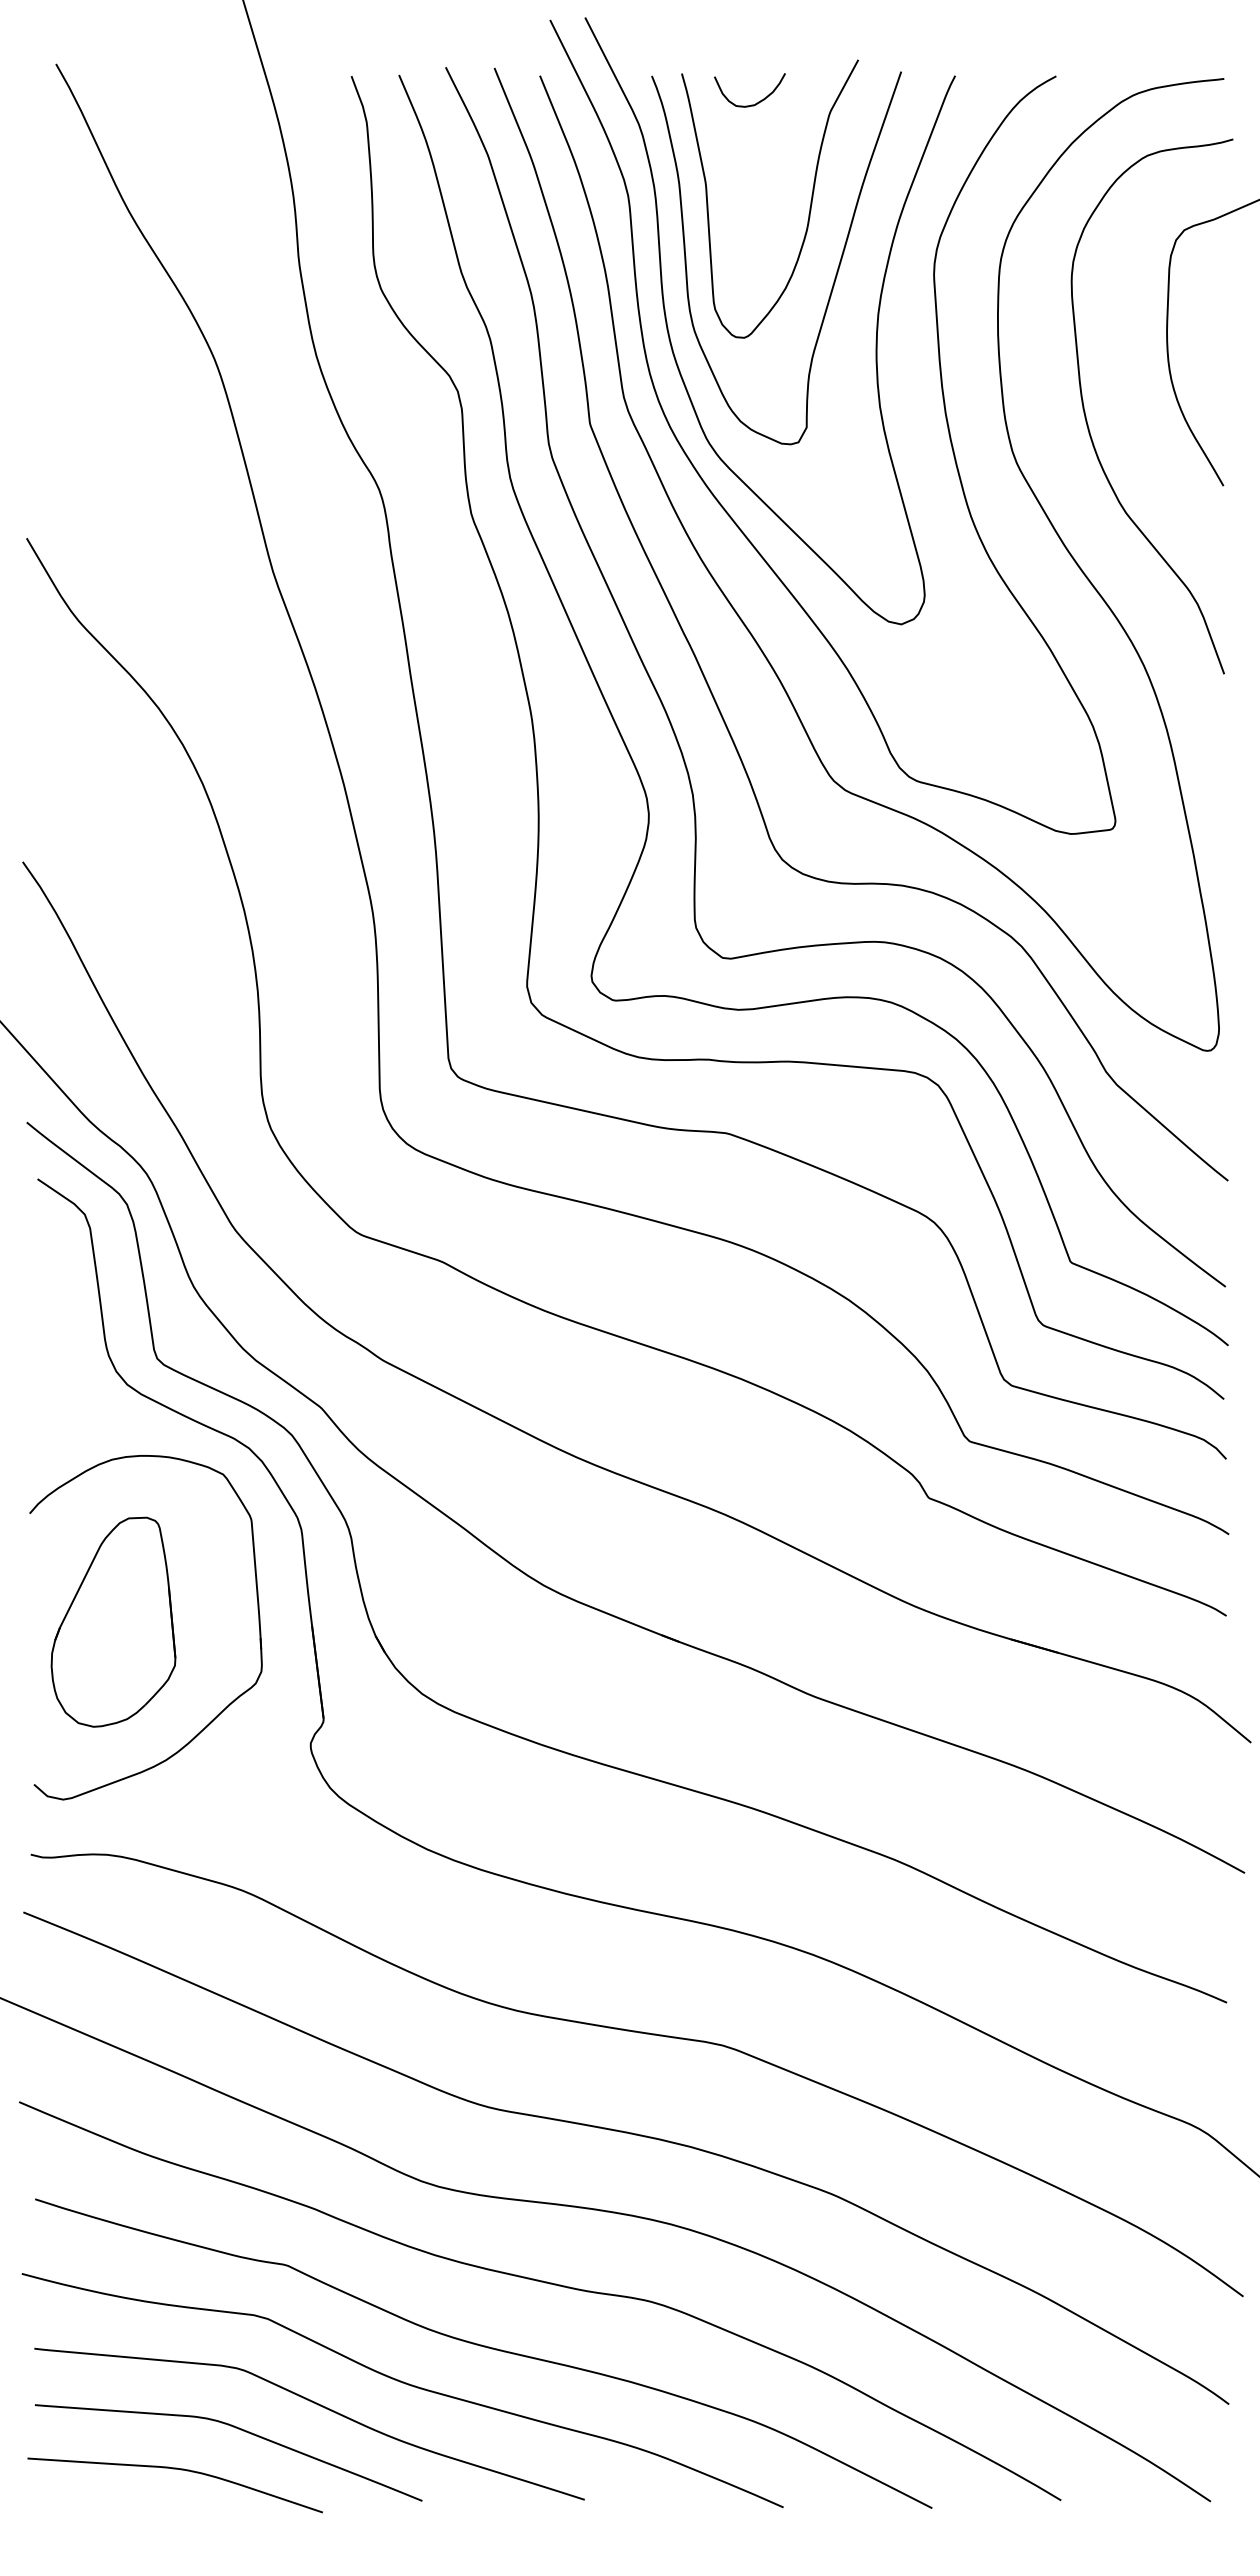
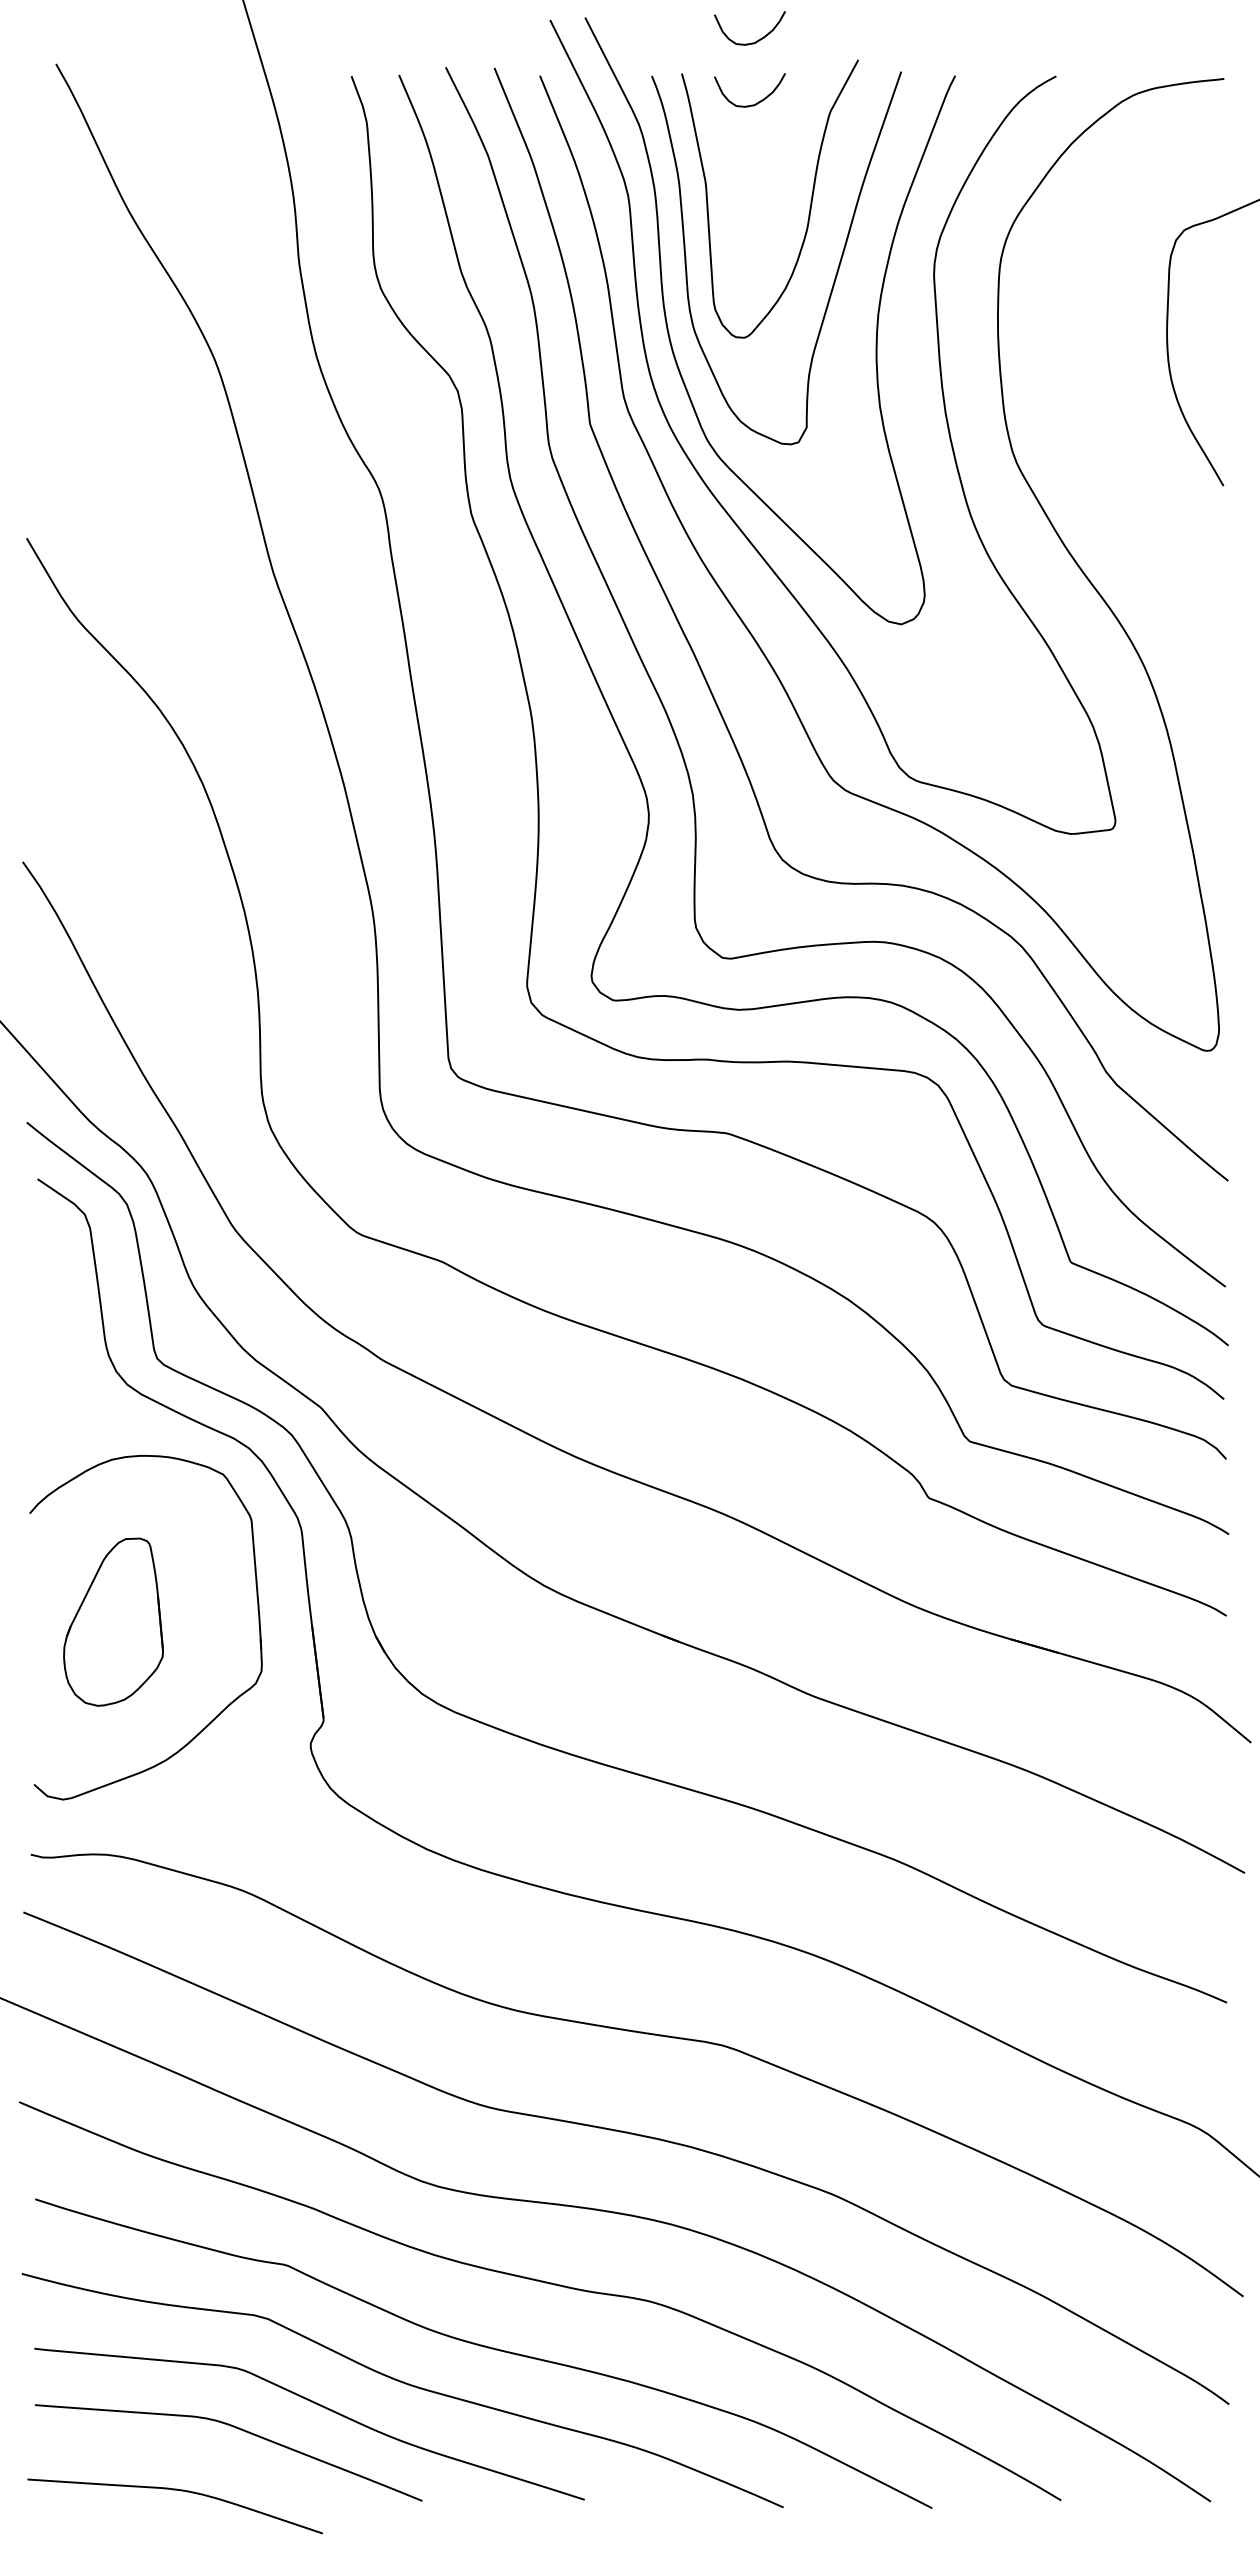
curve at (756, 40): none -> present
curve at (1087, 420): present -> none
part at (113, 1621) size: 127x212 px -> 101x170 px
curve at (174, 2469) position: (174, 2469) -> (174, 2490)
